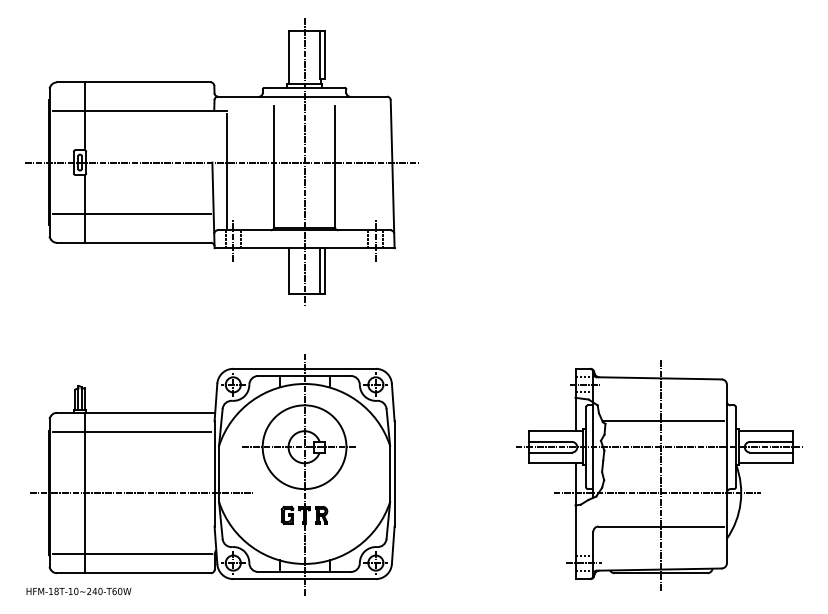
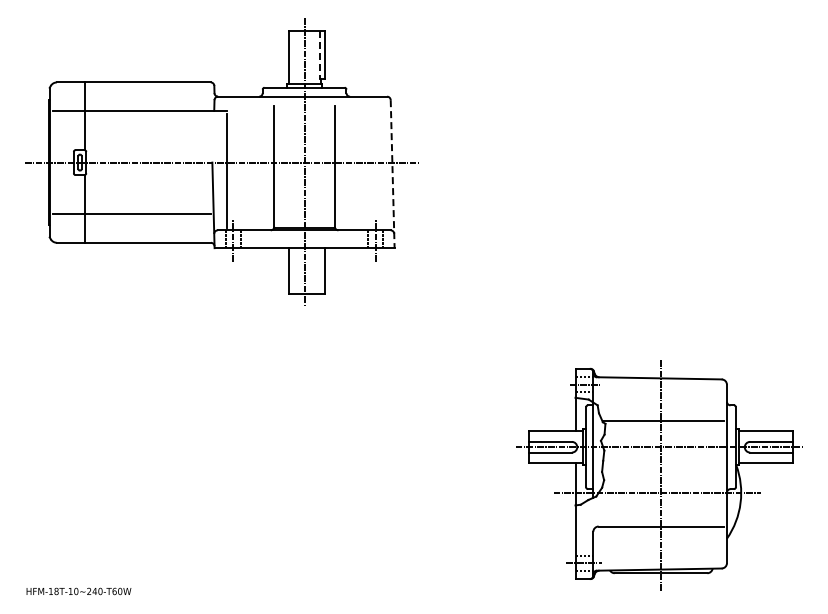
line at (319, 55): solid -> dashed
line at (392, 174): solid -> dashed
line at (319, 271): present -> none
part at (212, 474): present -> none
